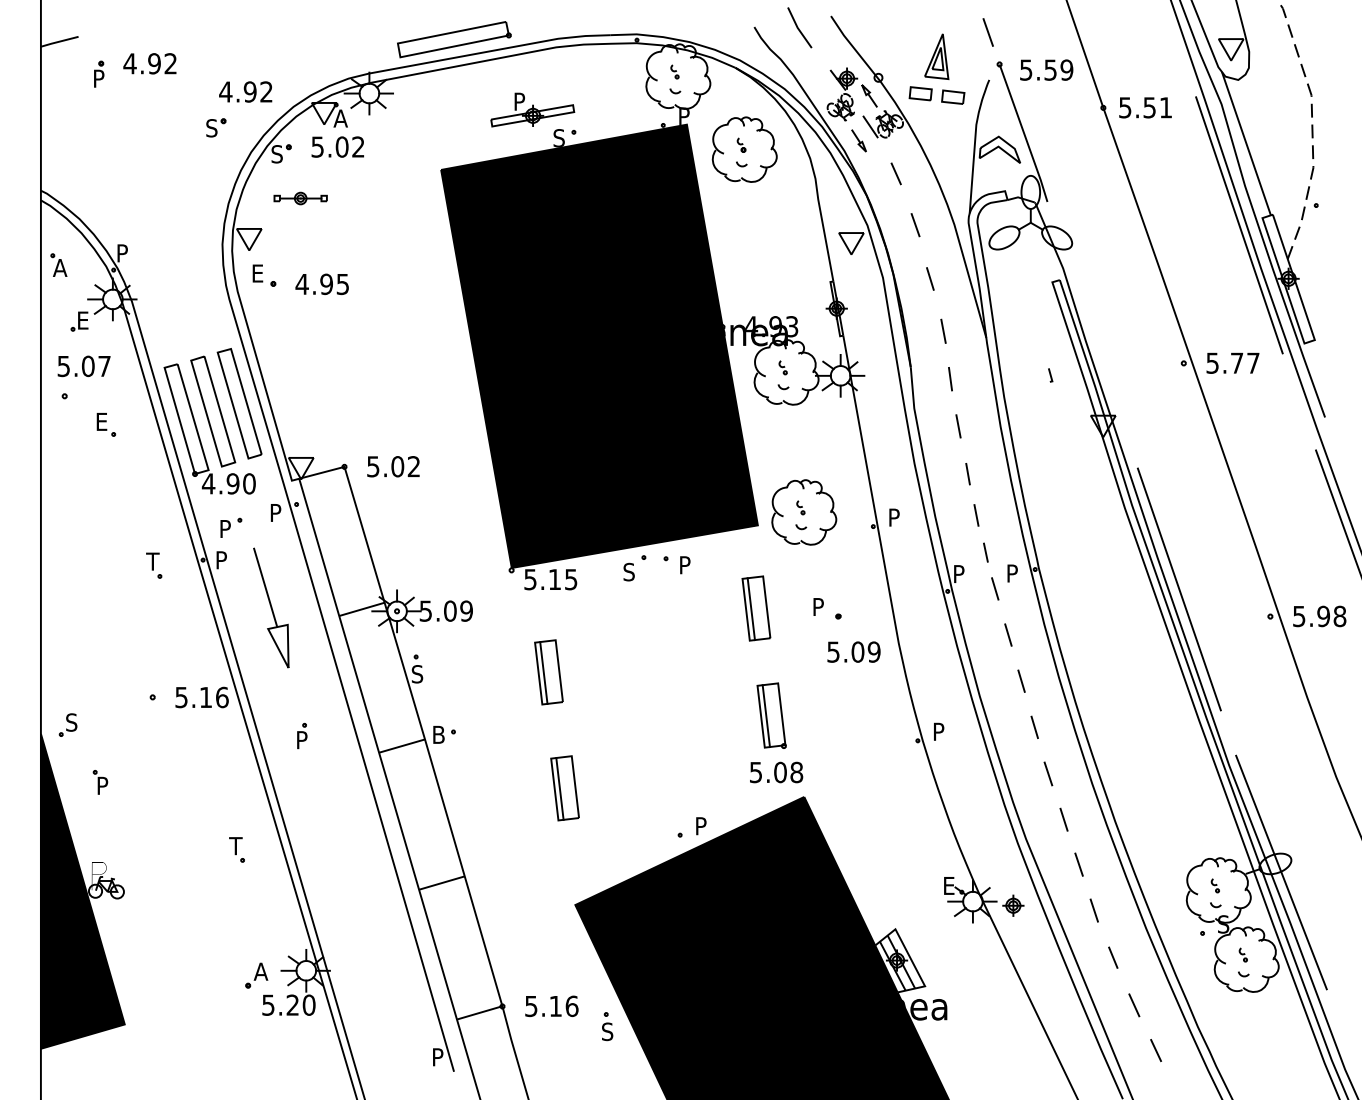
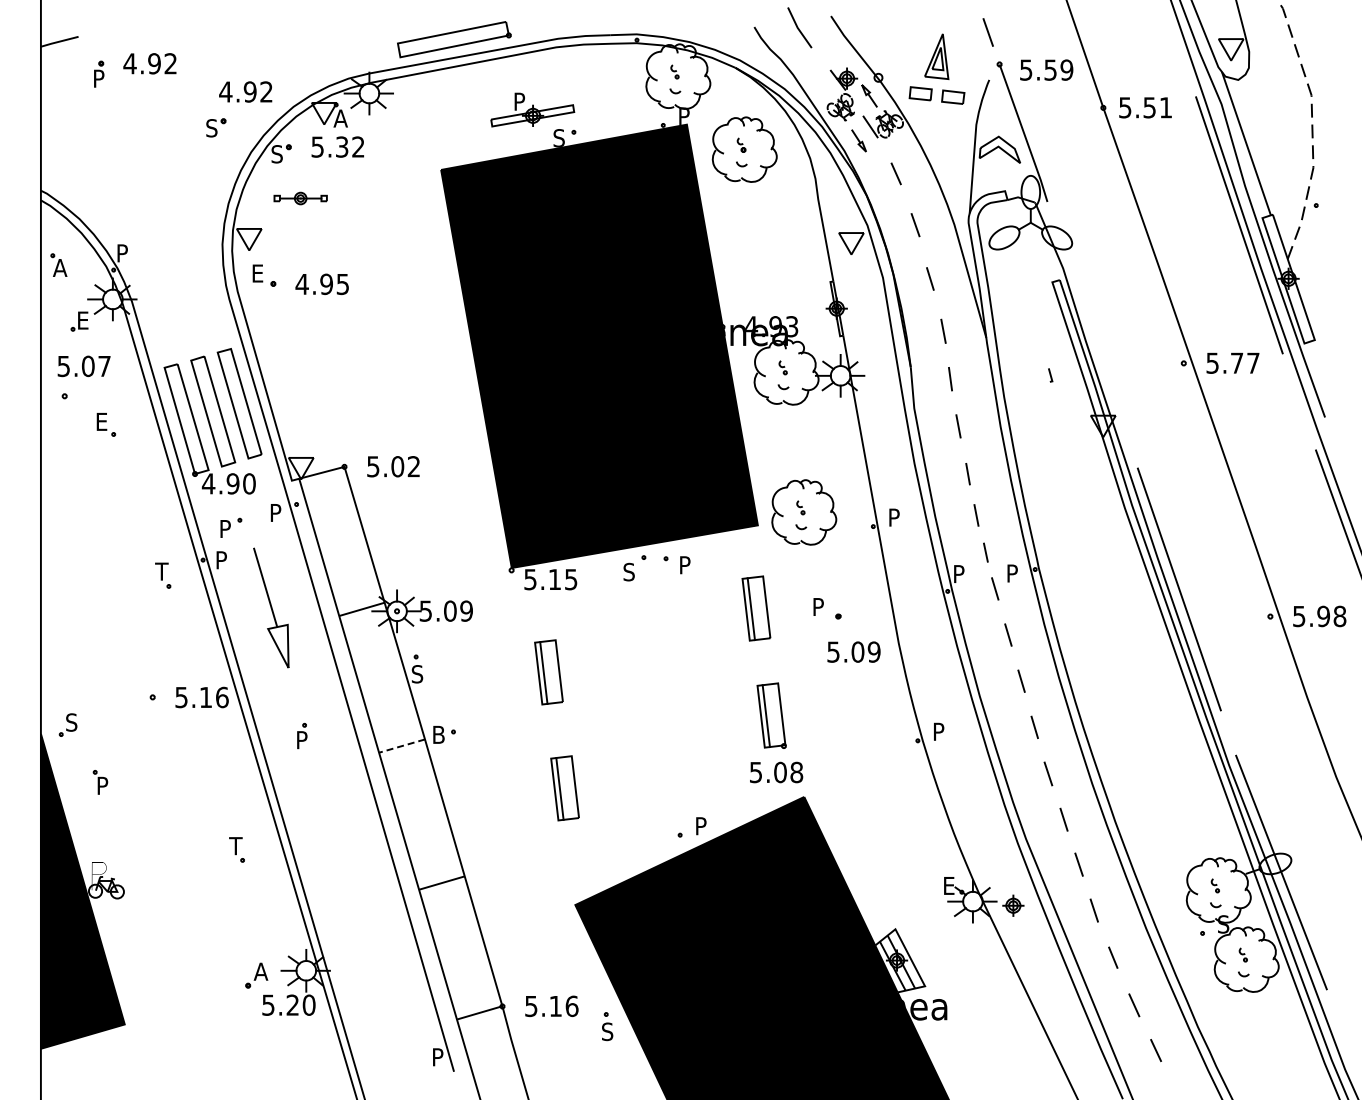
text at (341, 146): 5.02 -> 5.32
part at (154, 565) position: (154, 565) -> (163, 575)
line at (402, 746): solid -> dashed
